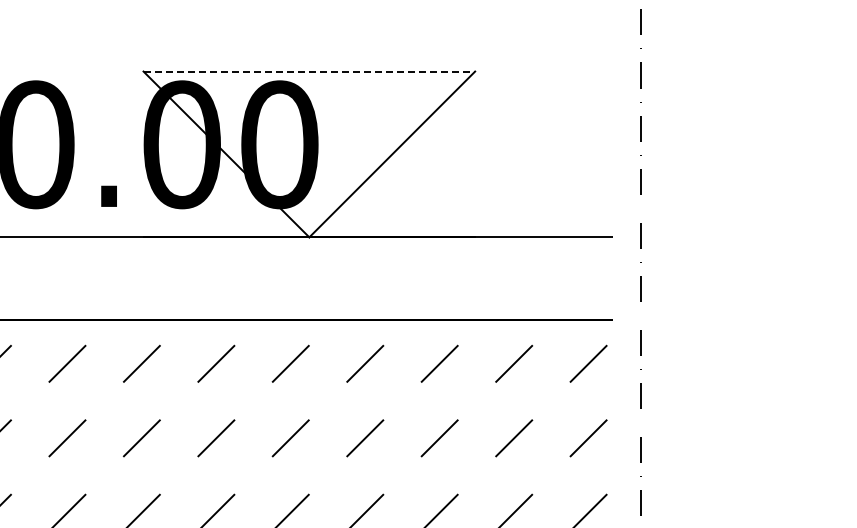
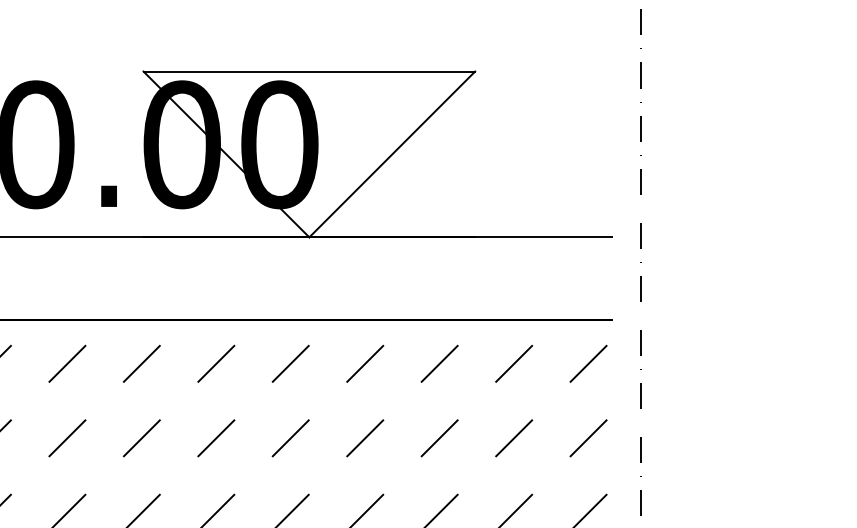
line at (309, 71): dashed -> solid
